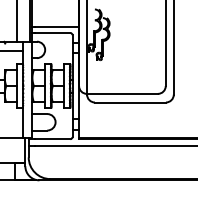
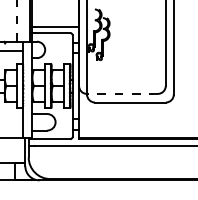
line at (17, 21): solid -> dashed
line at (122, 93): solid -> dashed
